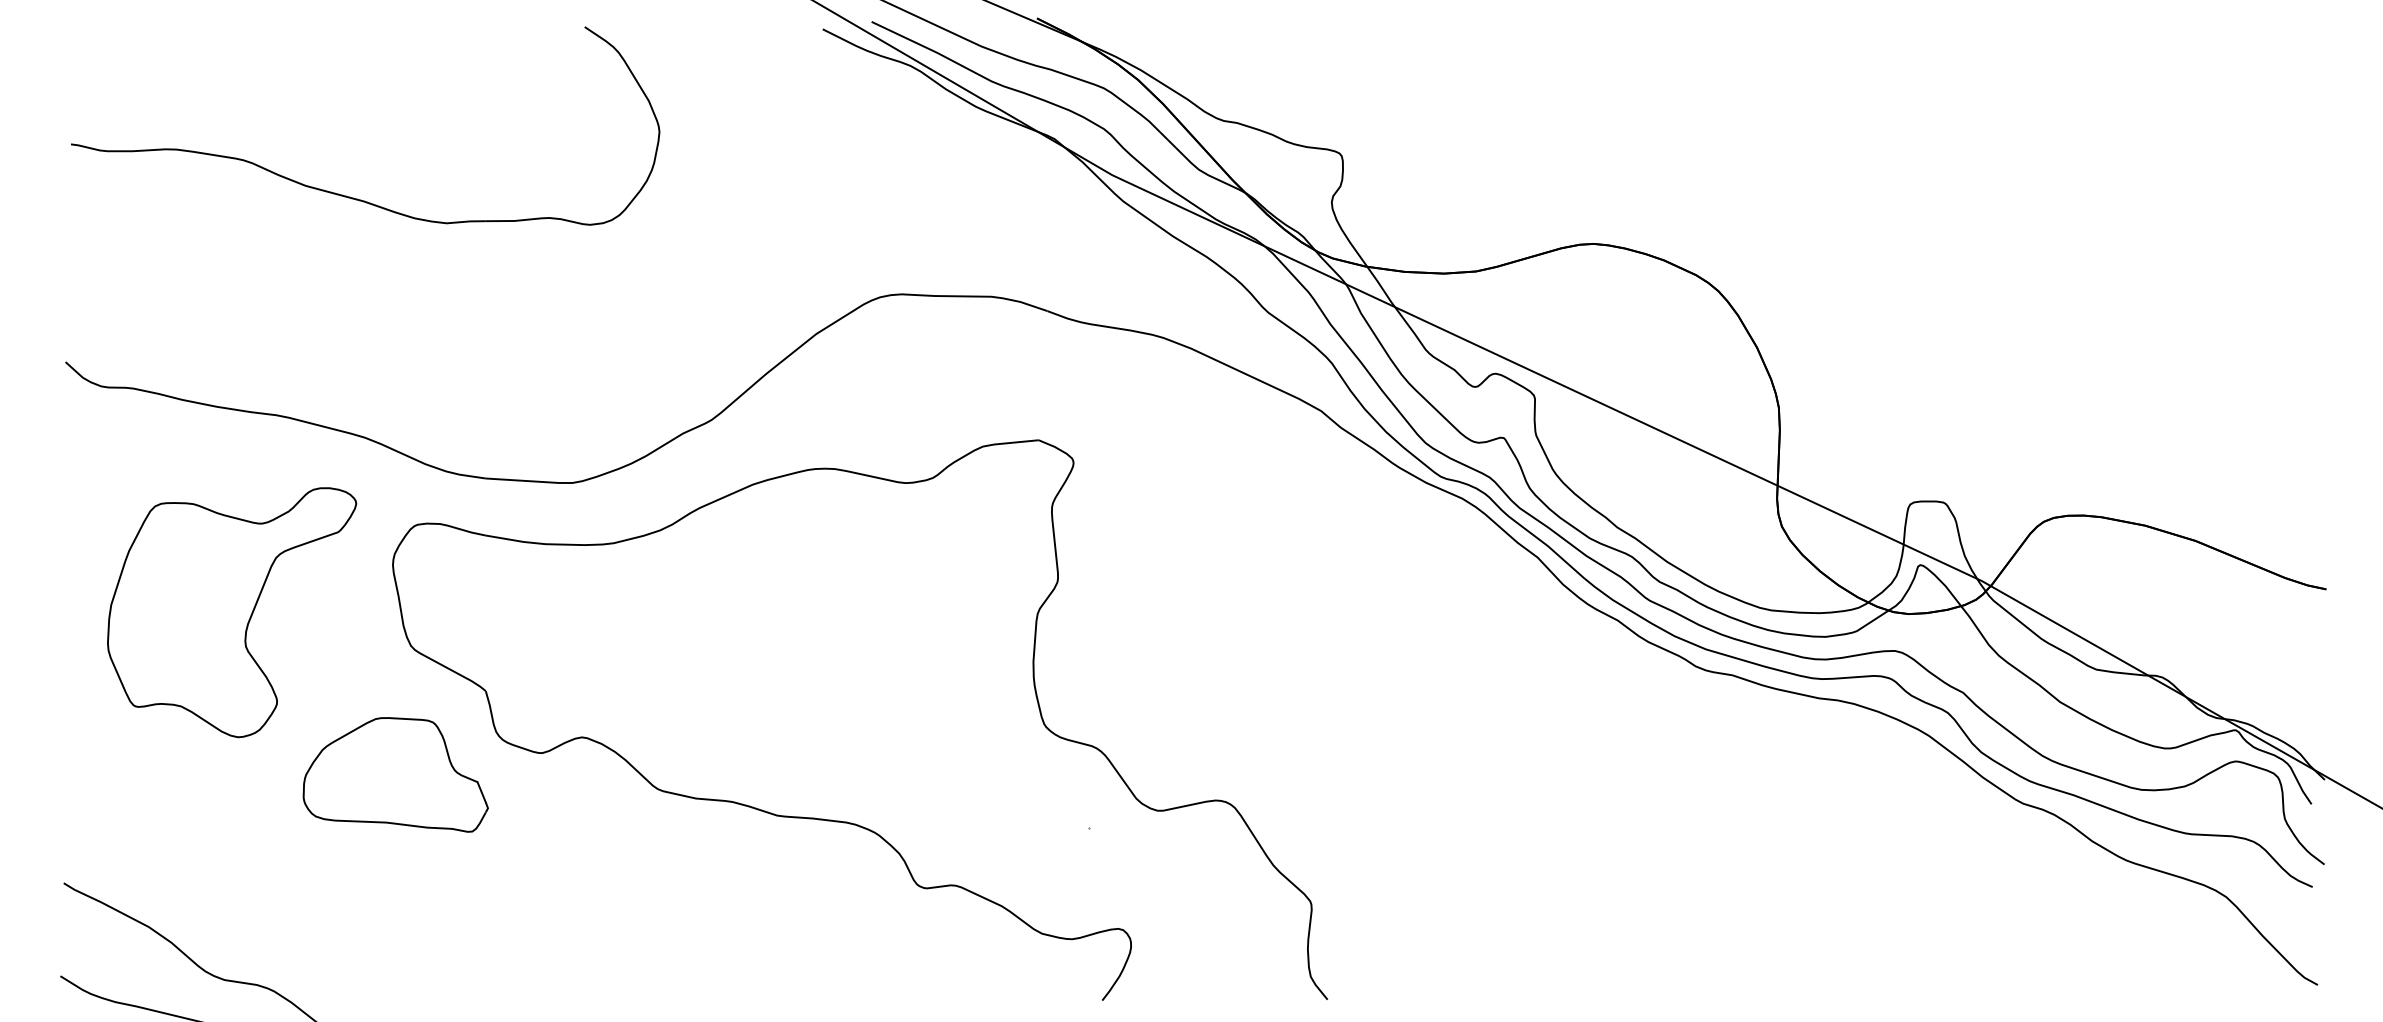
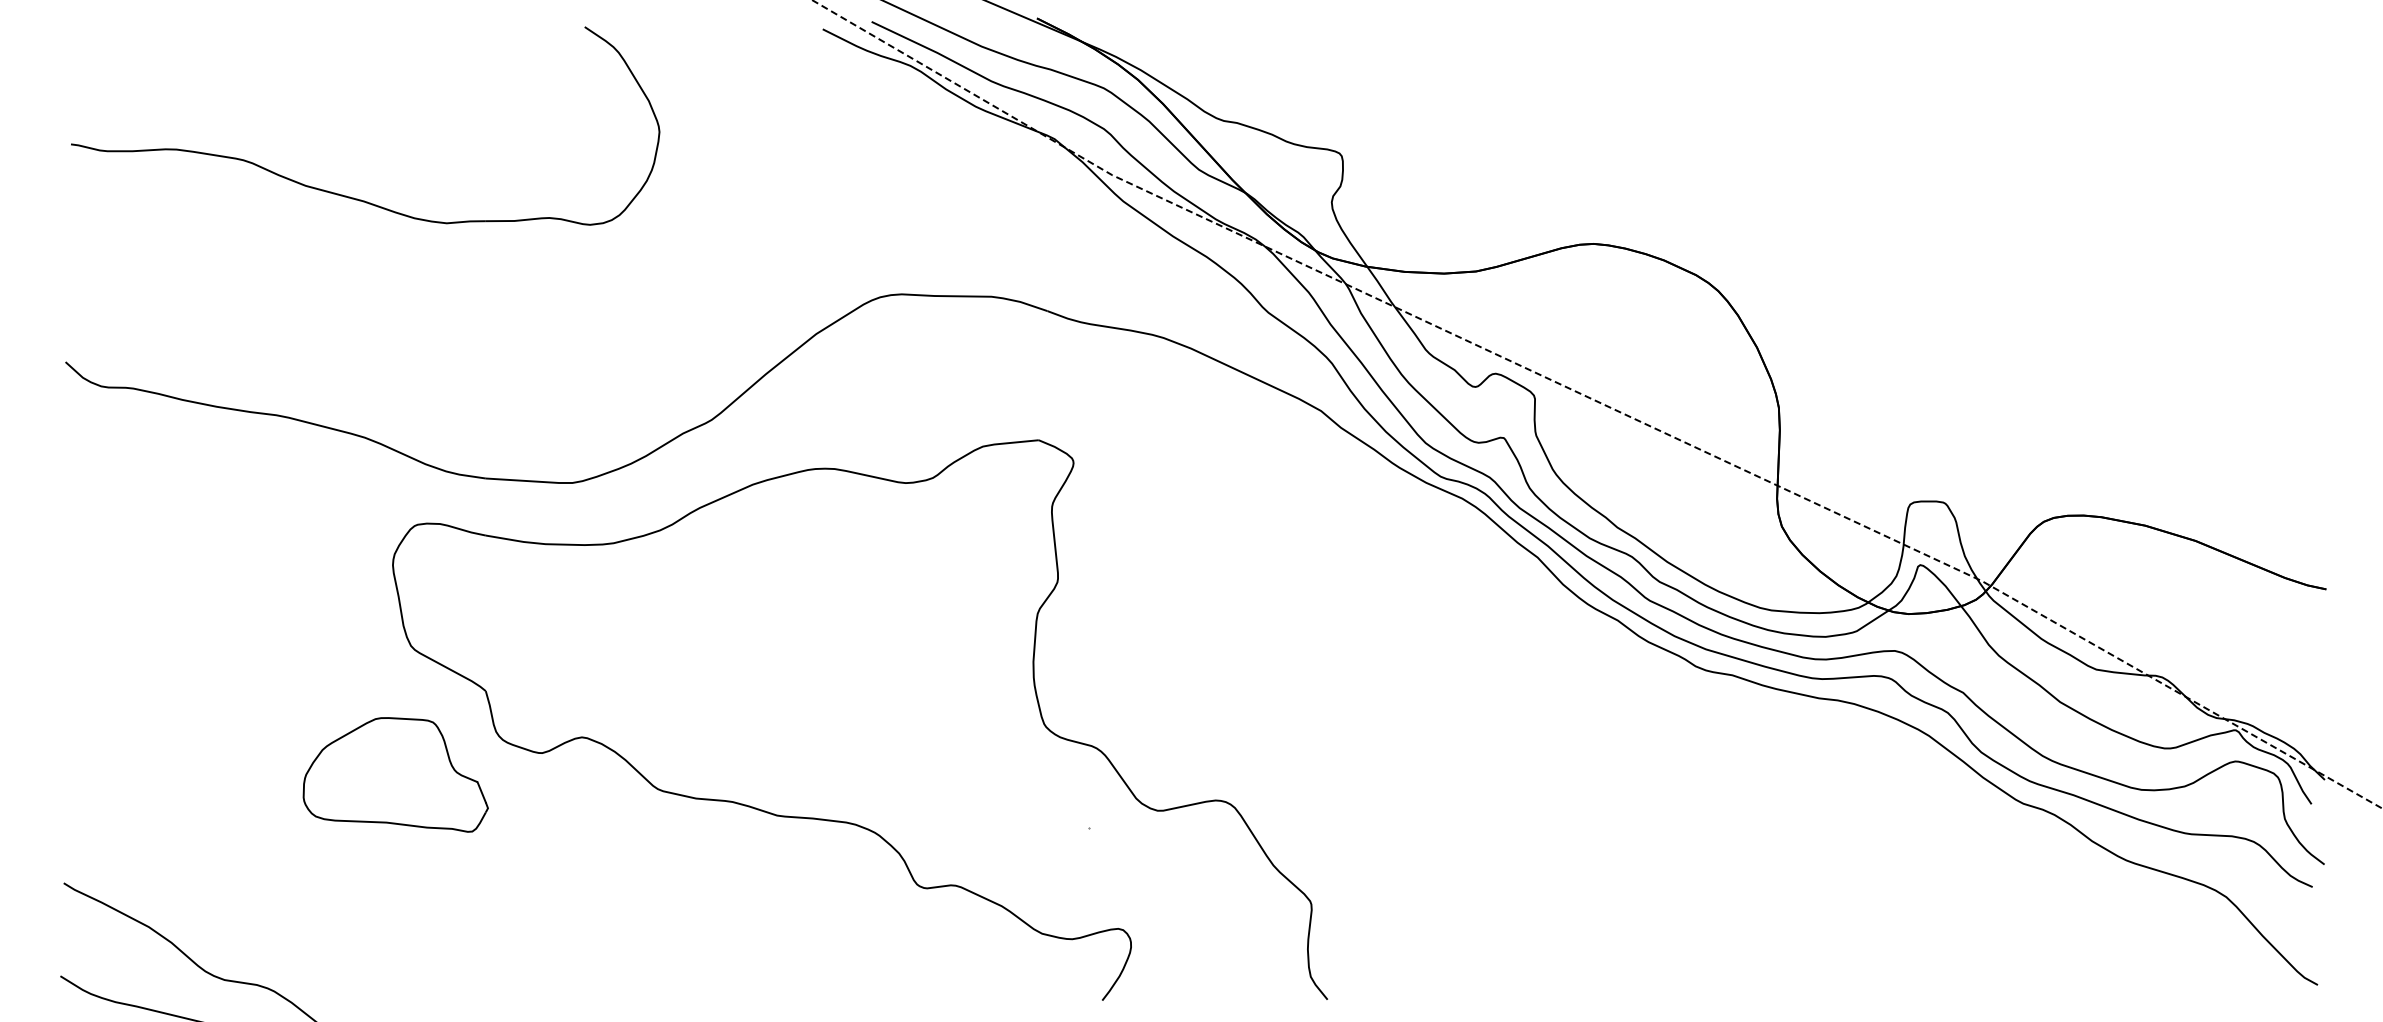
line at (1598, 402): solid -> dashed
part at (232, 612): present -> none
